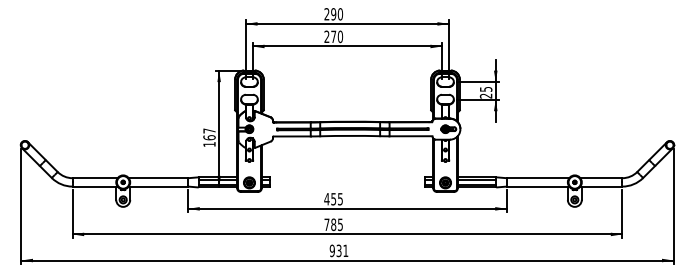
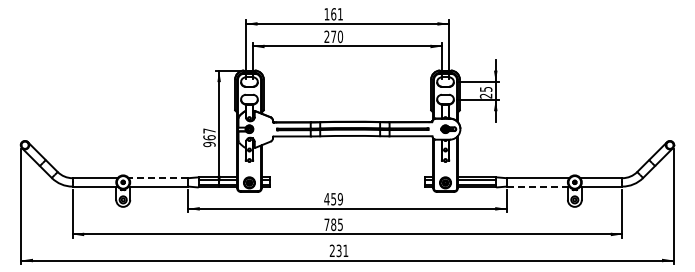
text at (333, 14): 290 -> 161
text at (209, 144): 167 -> 967
line at (158, 178): solid -> dashed
line at (538, 186): solid -> dashed
text at (339, 199): 455 -> 459
text at (331, 250): 931 -> 231
